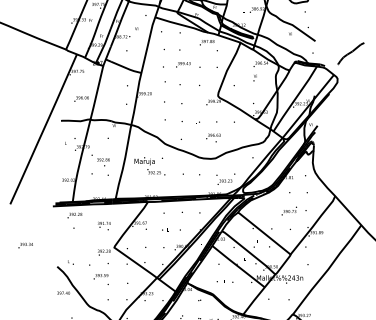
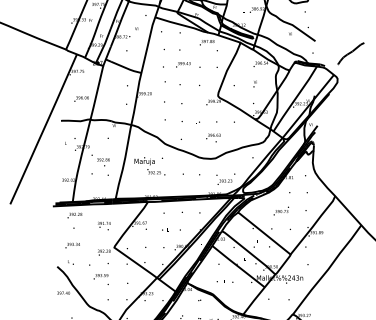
text at (254, 77) position: (254, 77) -> (254, 83)
text at (288, 210) position: (288, 210) -> (280, 210)
text at (25, 245) position: (25, 245) -> (72, 245)
